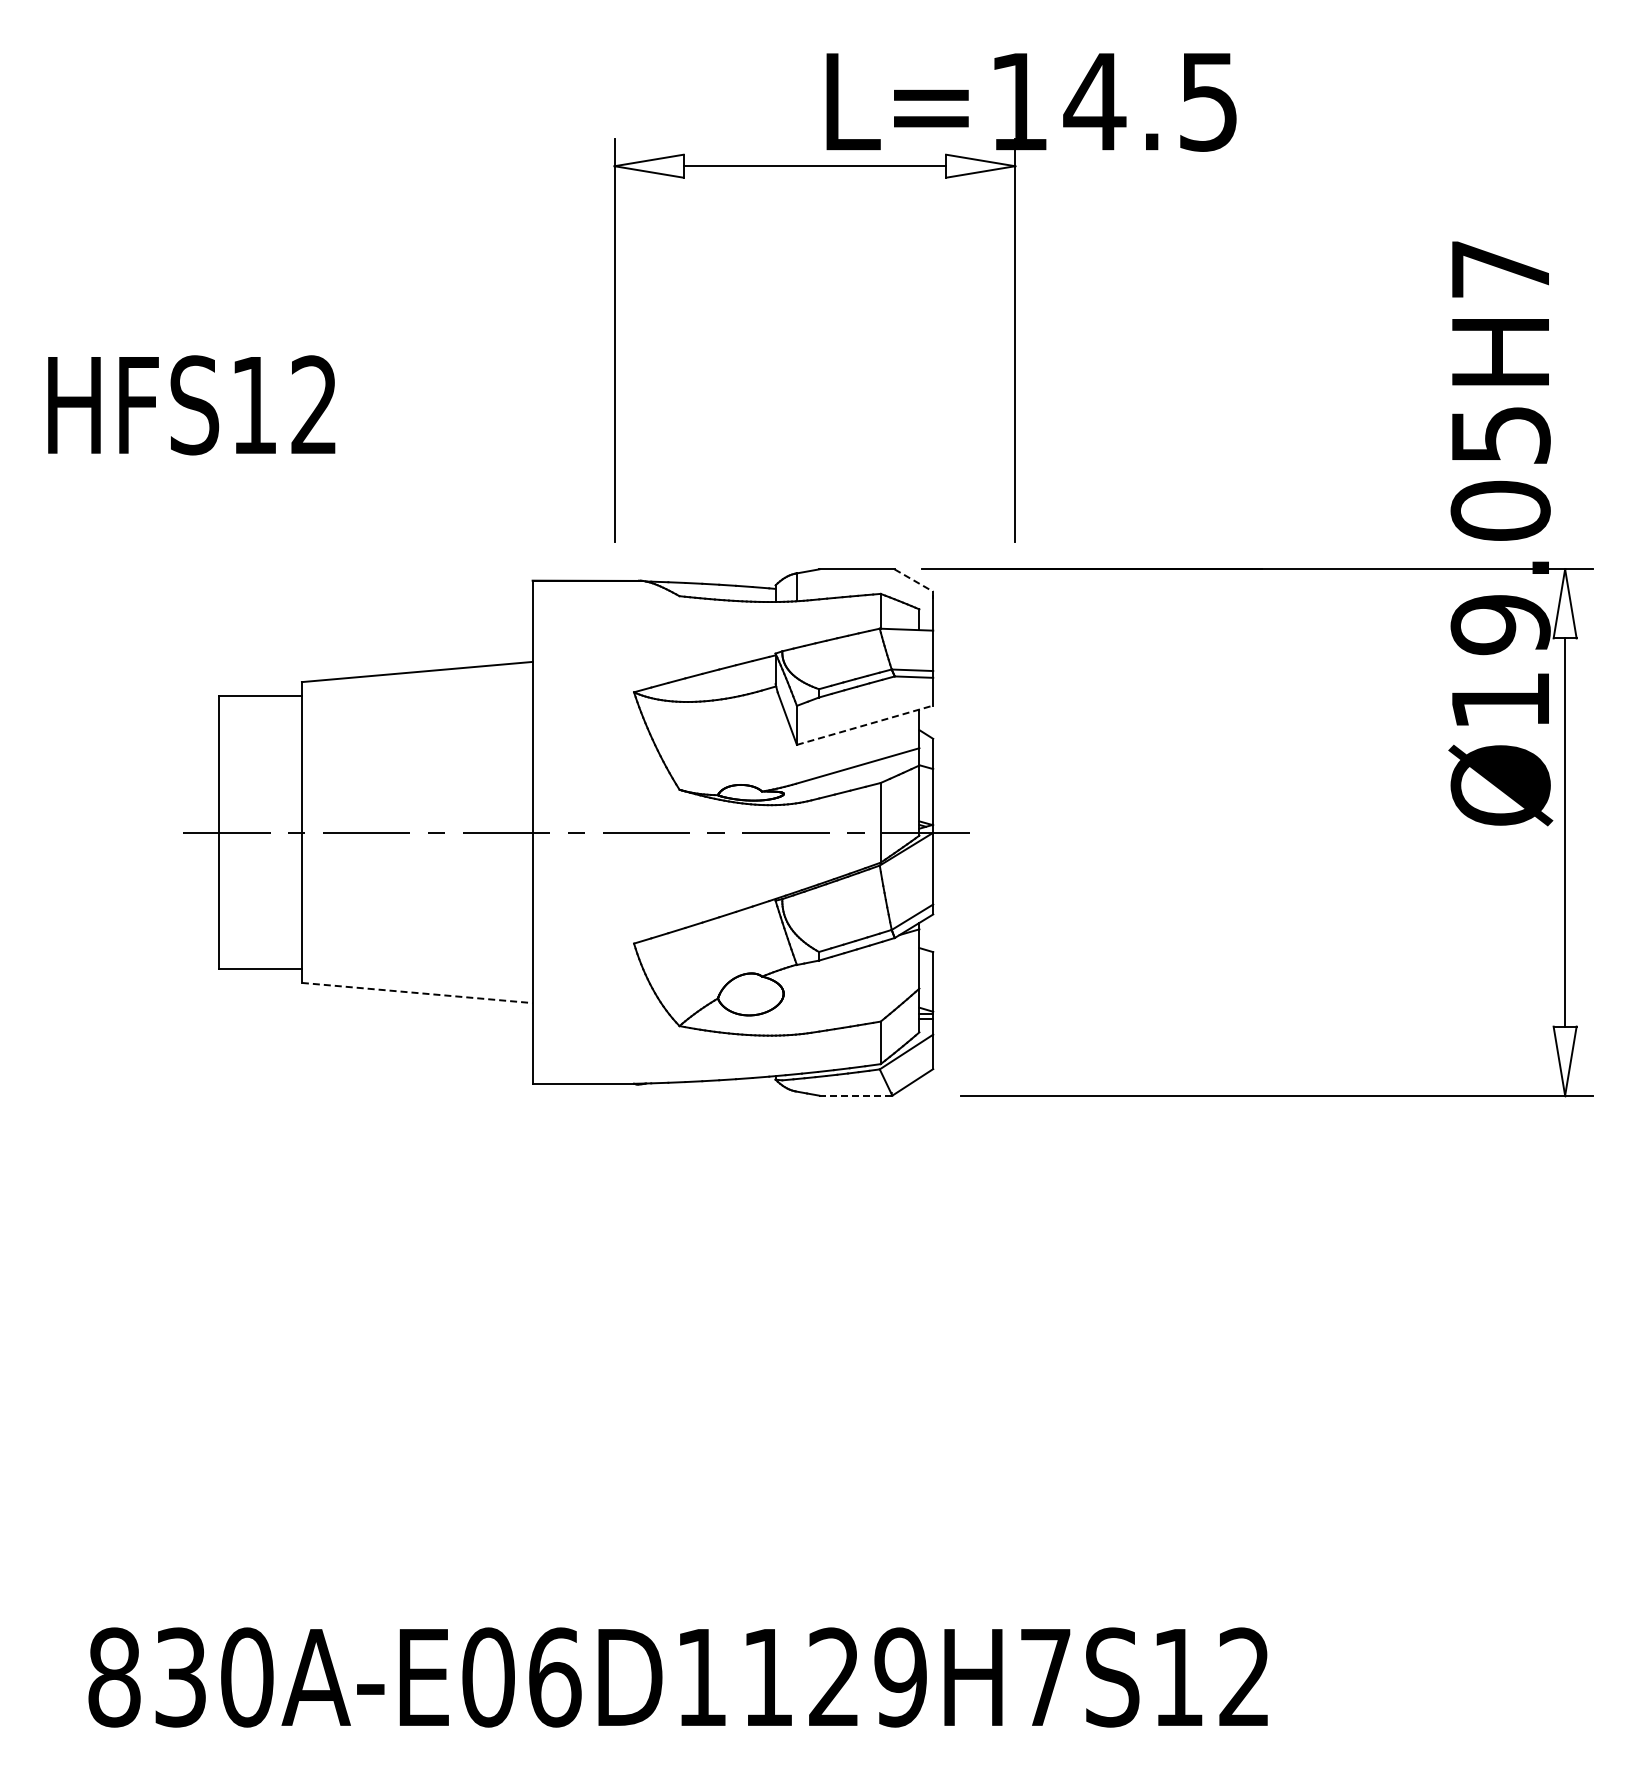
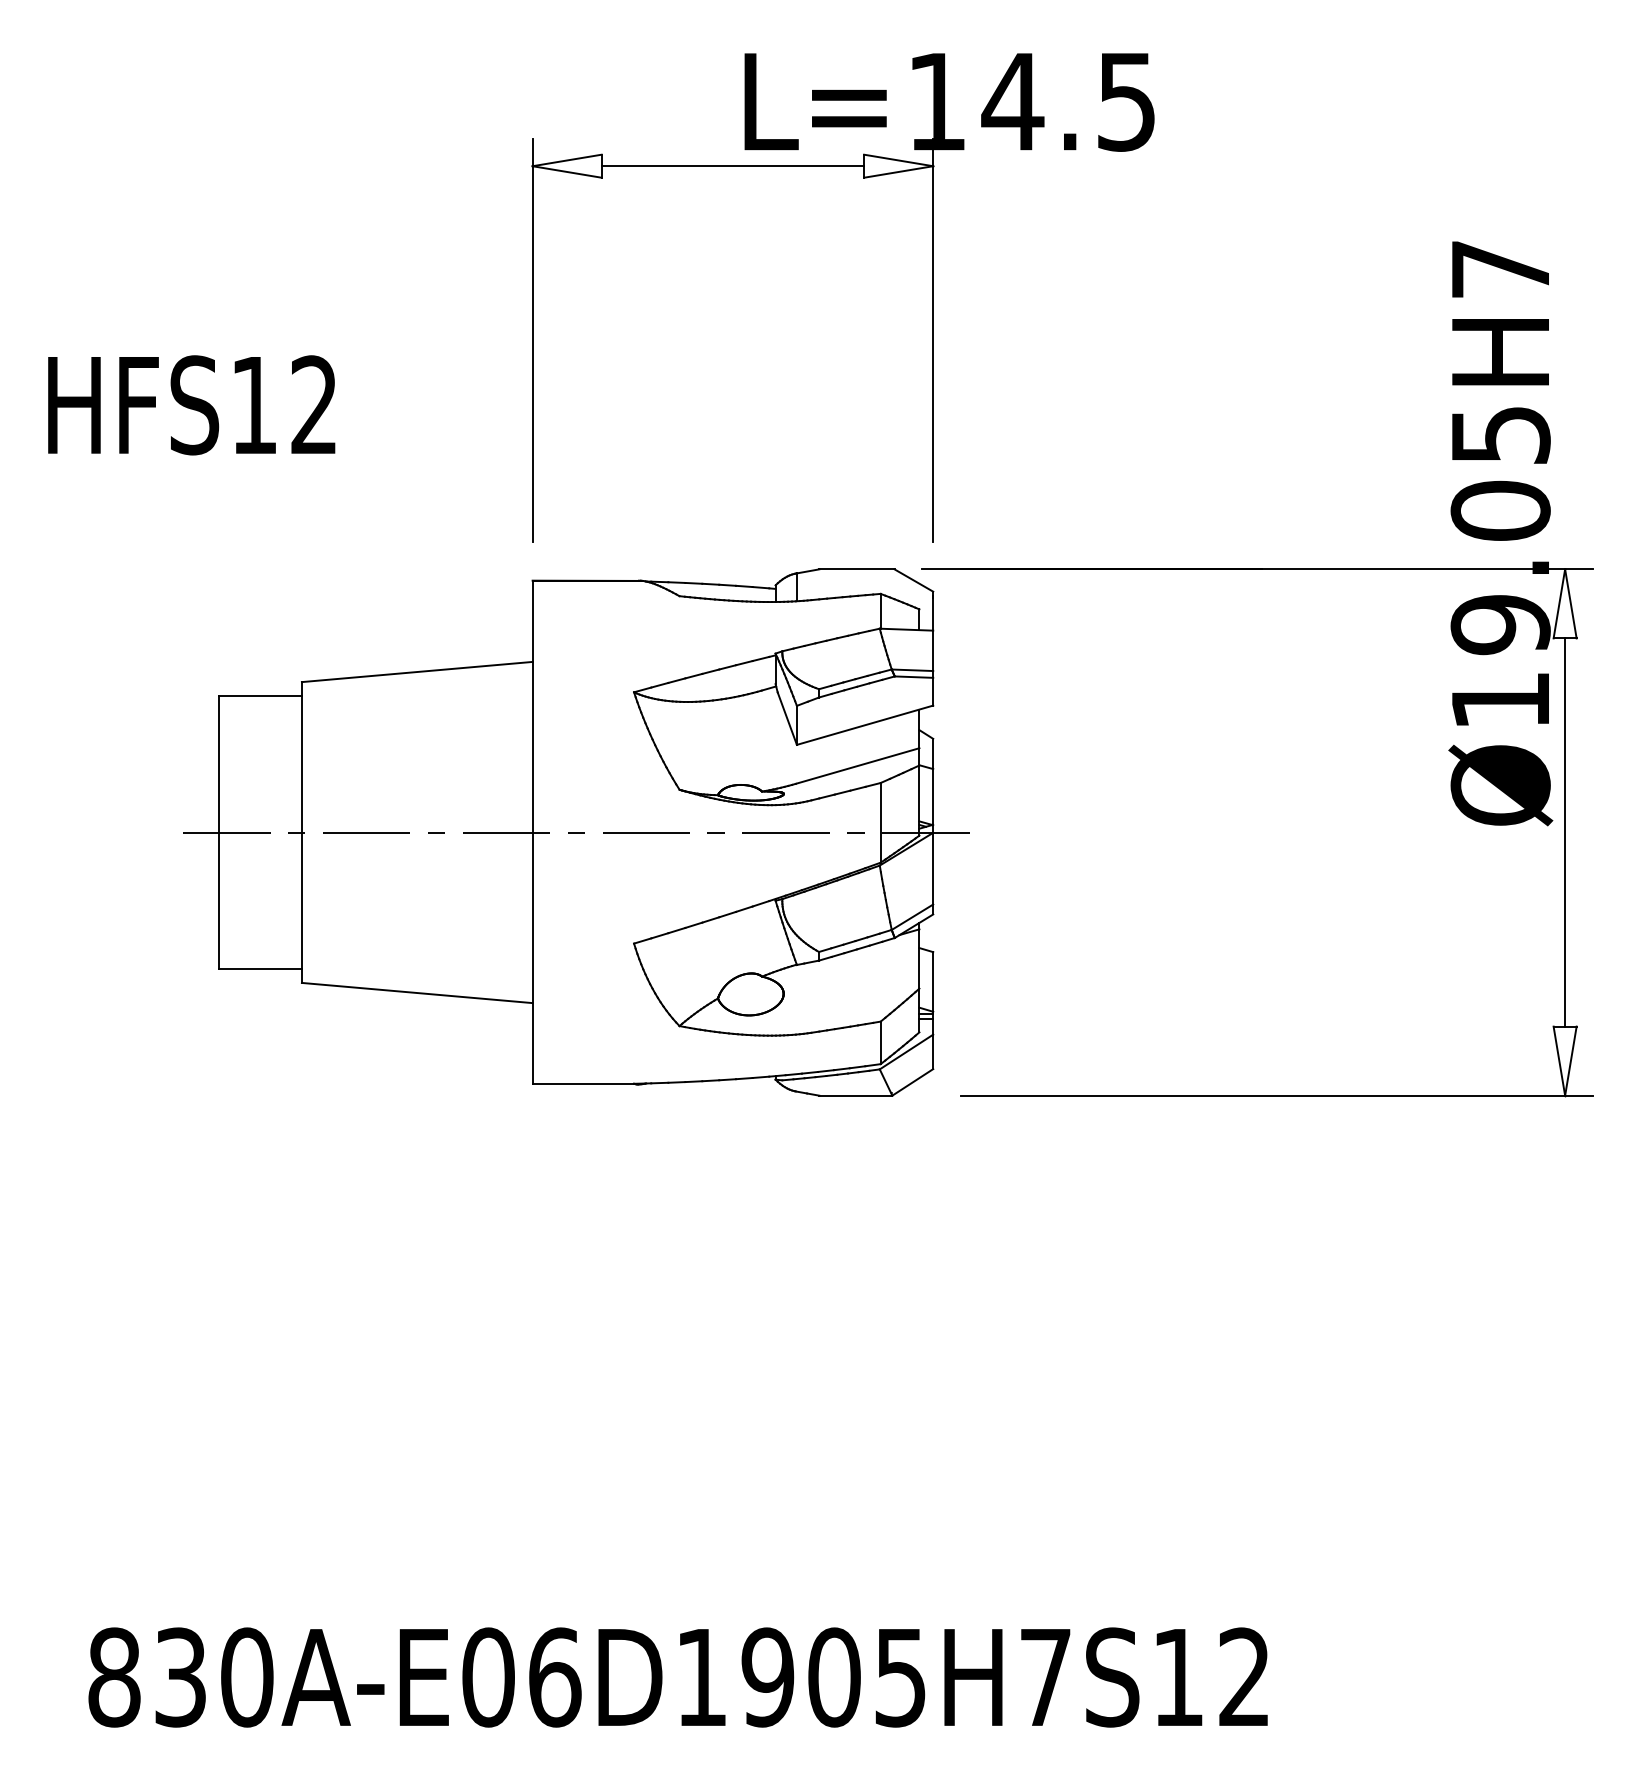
part at (1014, 297) position: (1014, 297) -> (932, 297)
line at (914, 580): dashed -> solid
line at (865, 725): dashed -> solid
line at (417, 993): dashed -> solid
line at (856, 1095): dashed -> solid
text at (833, 1677): 830A-E06D1129H7S12 -> 830A-E06D1905H7S12
